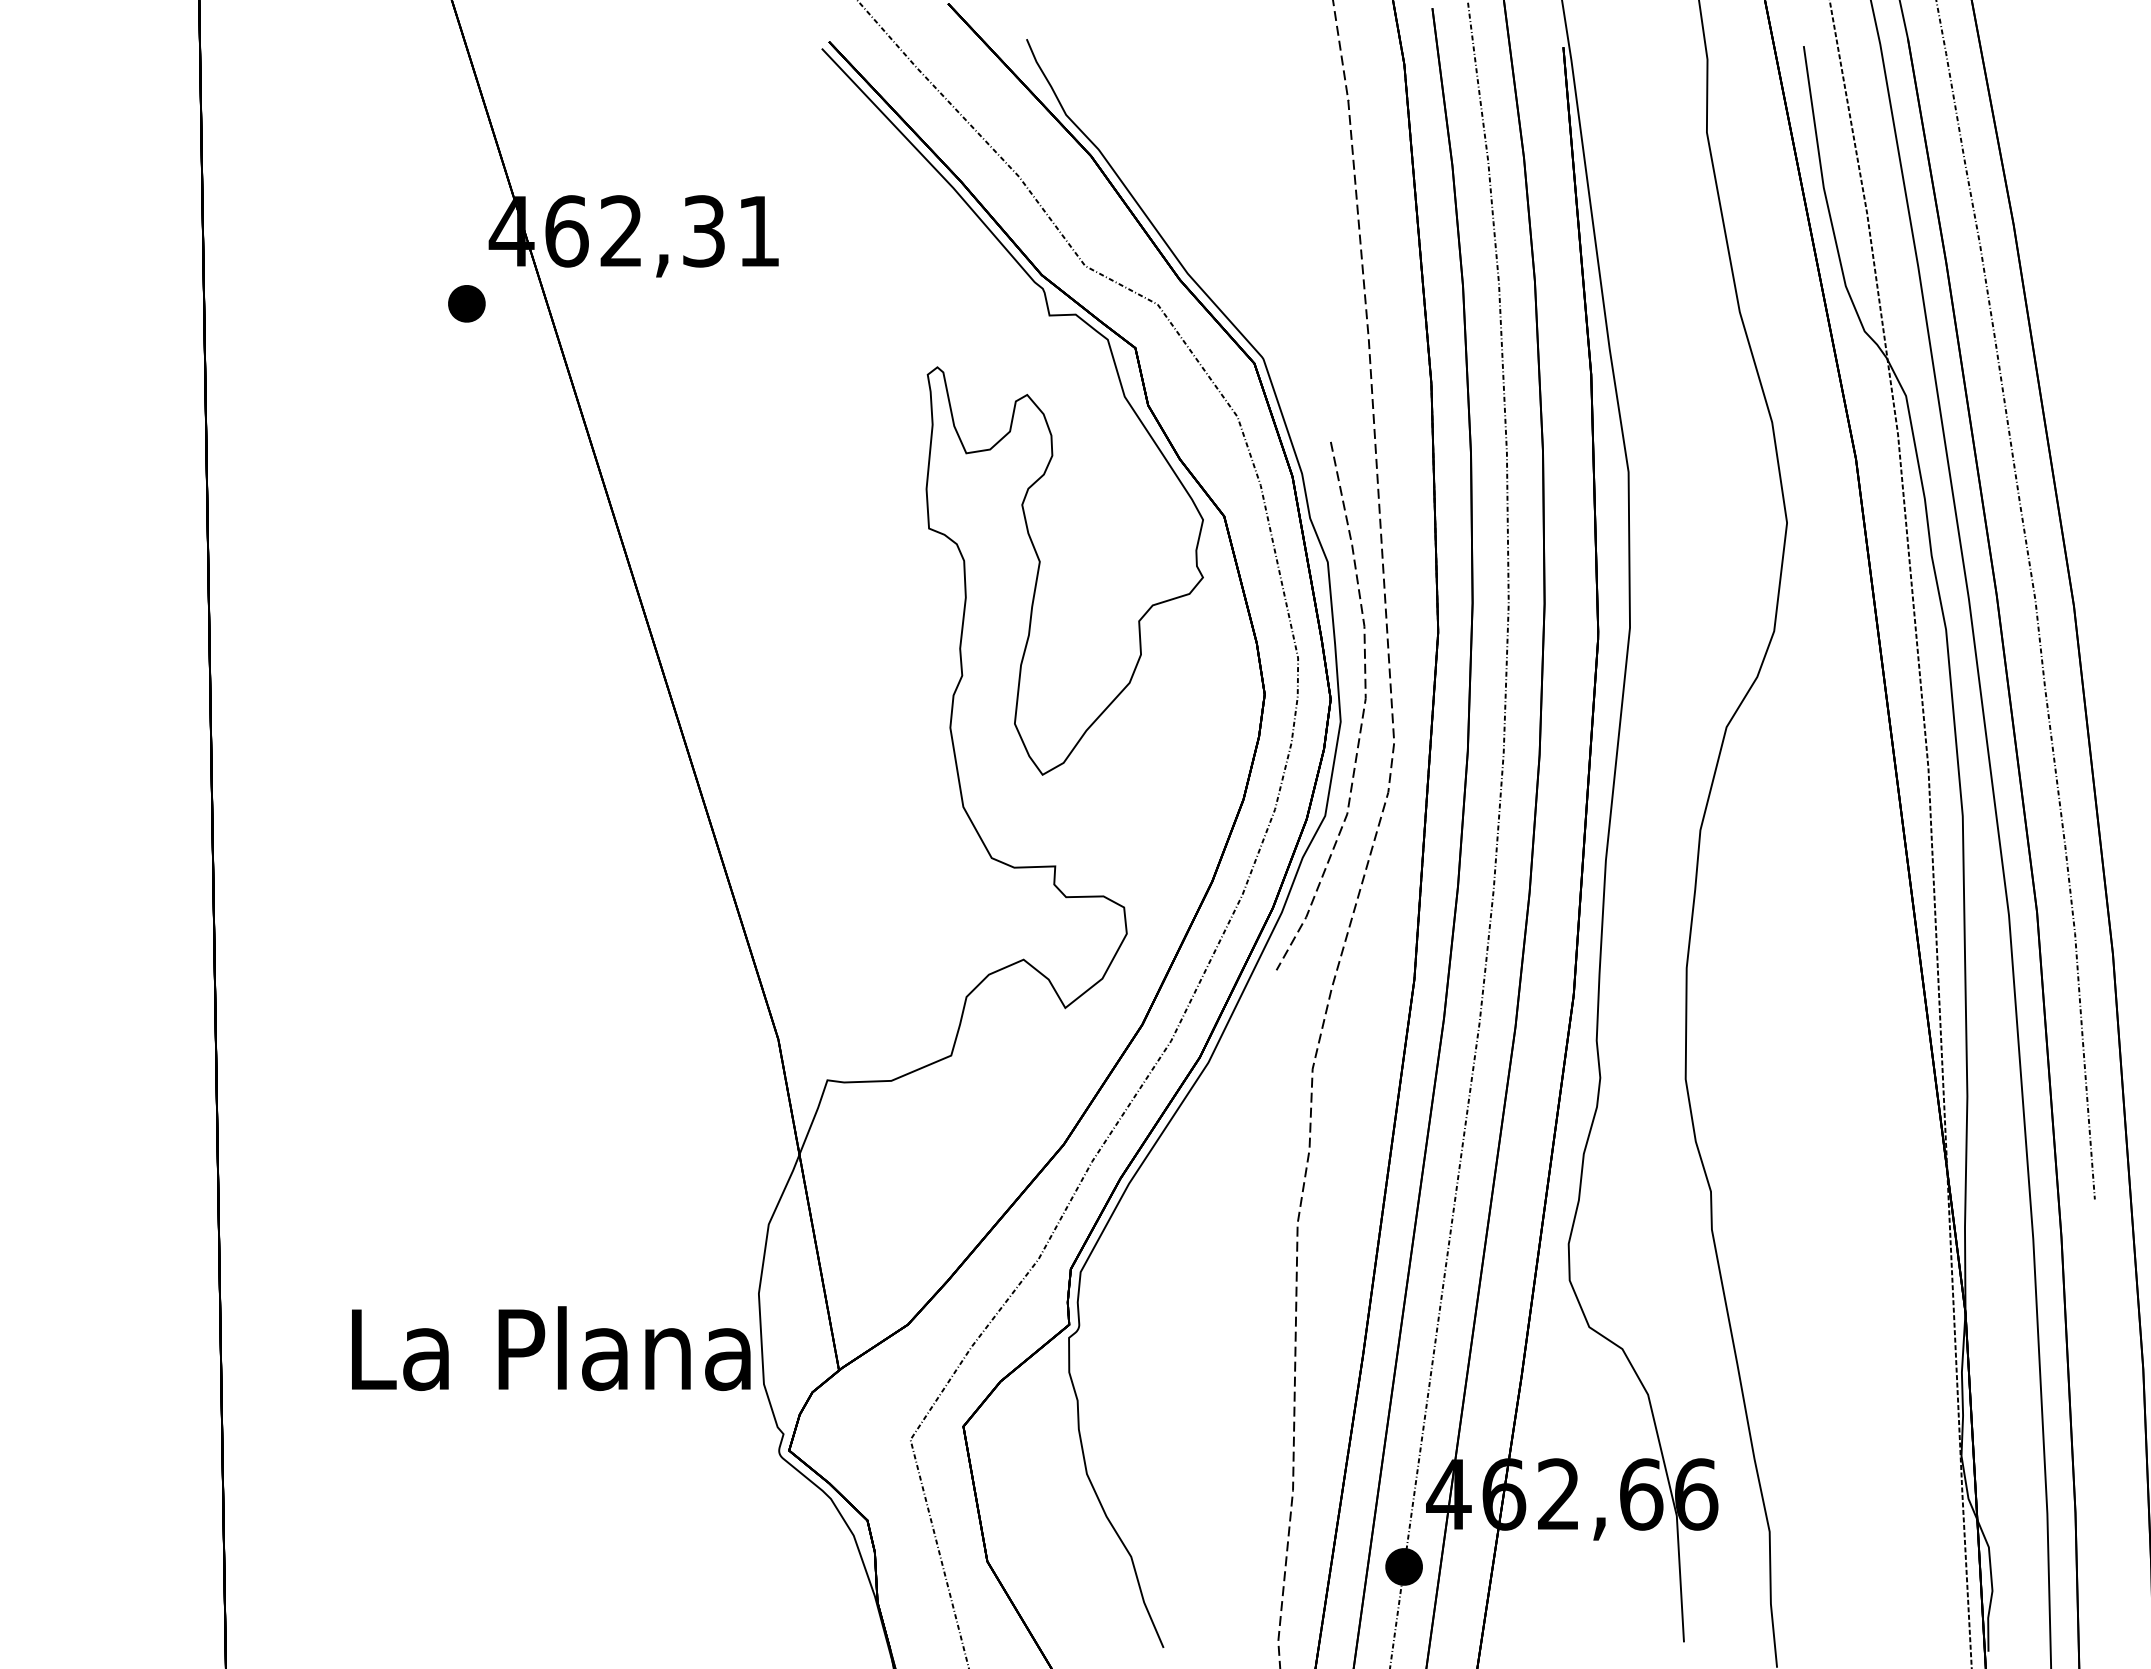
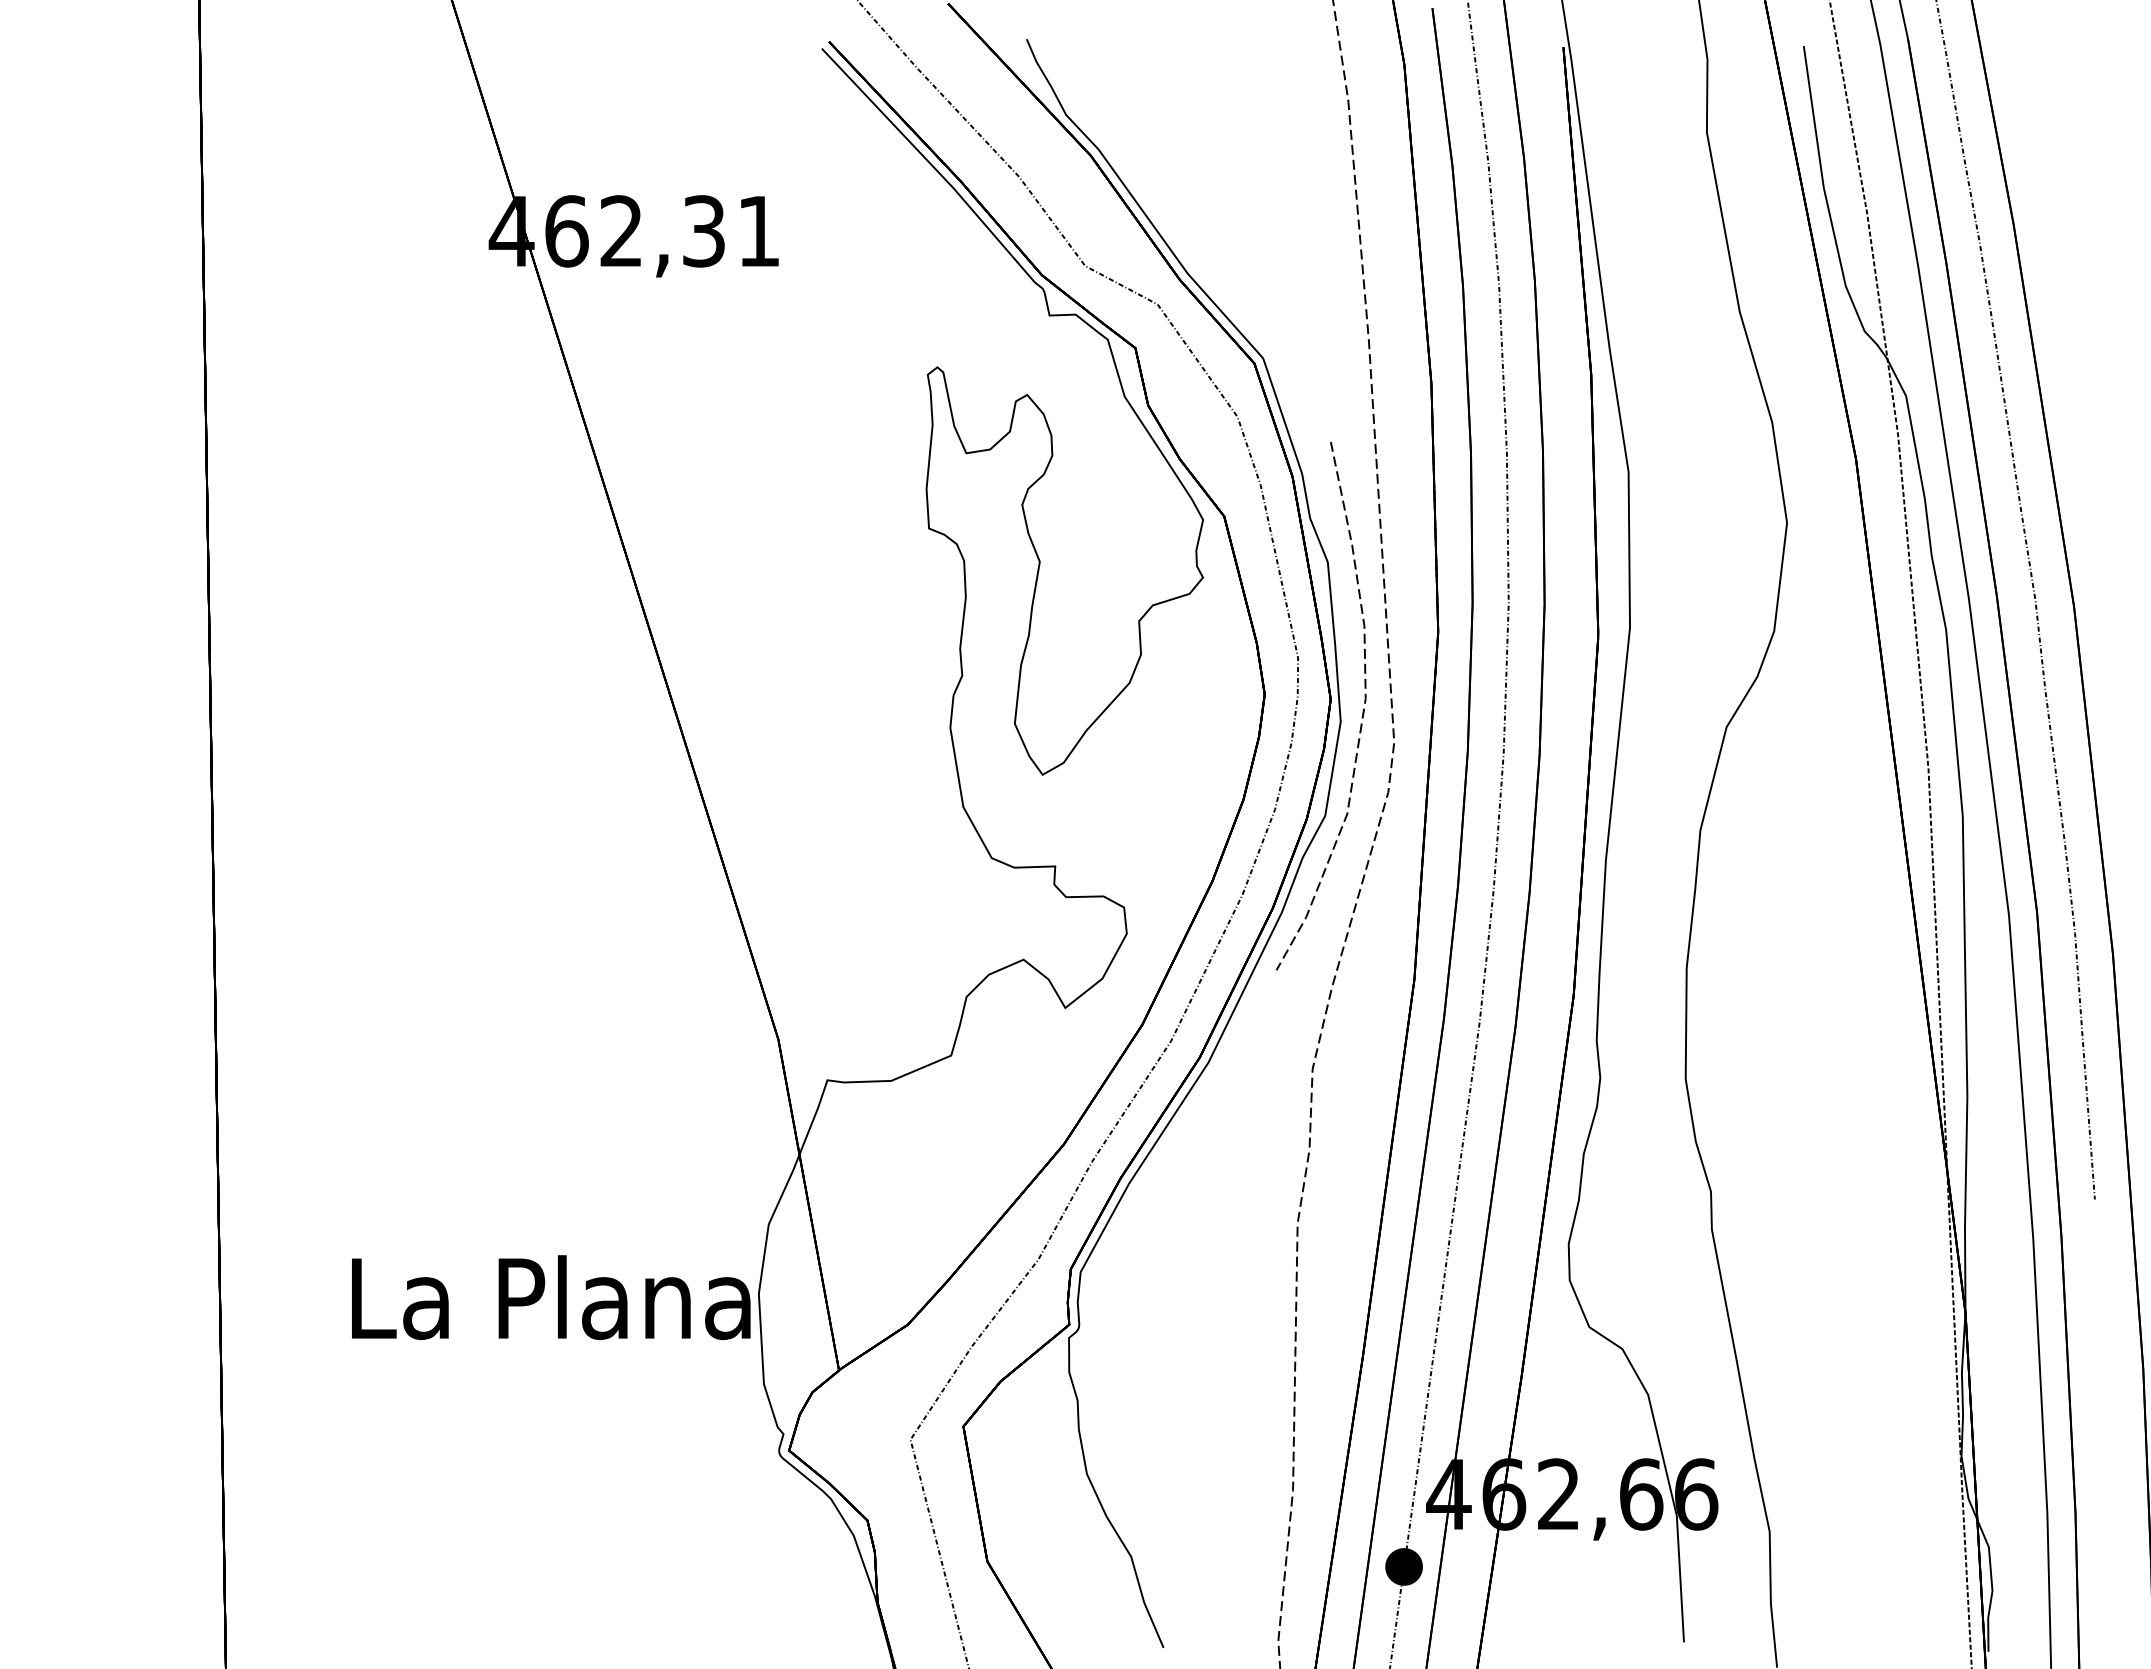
part at (466, 303): present -> none
text at (551, 1348) position: (551, 1348) -> (551, 1297)
